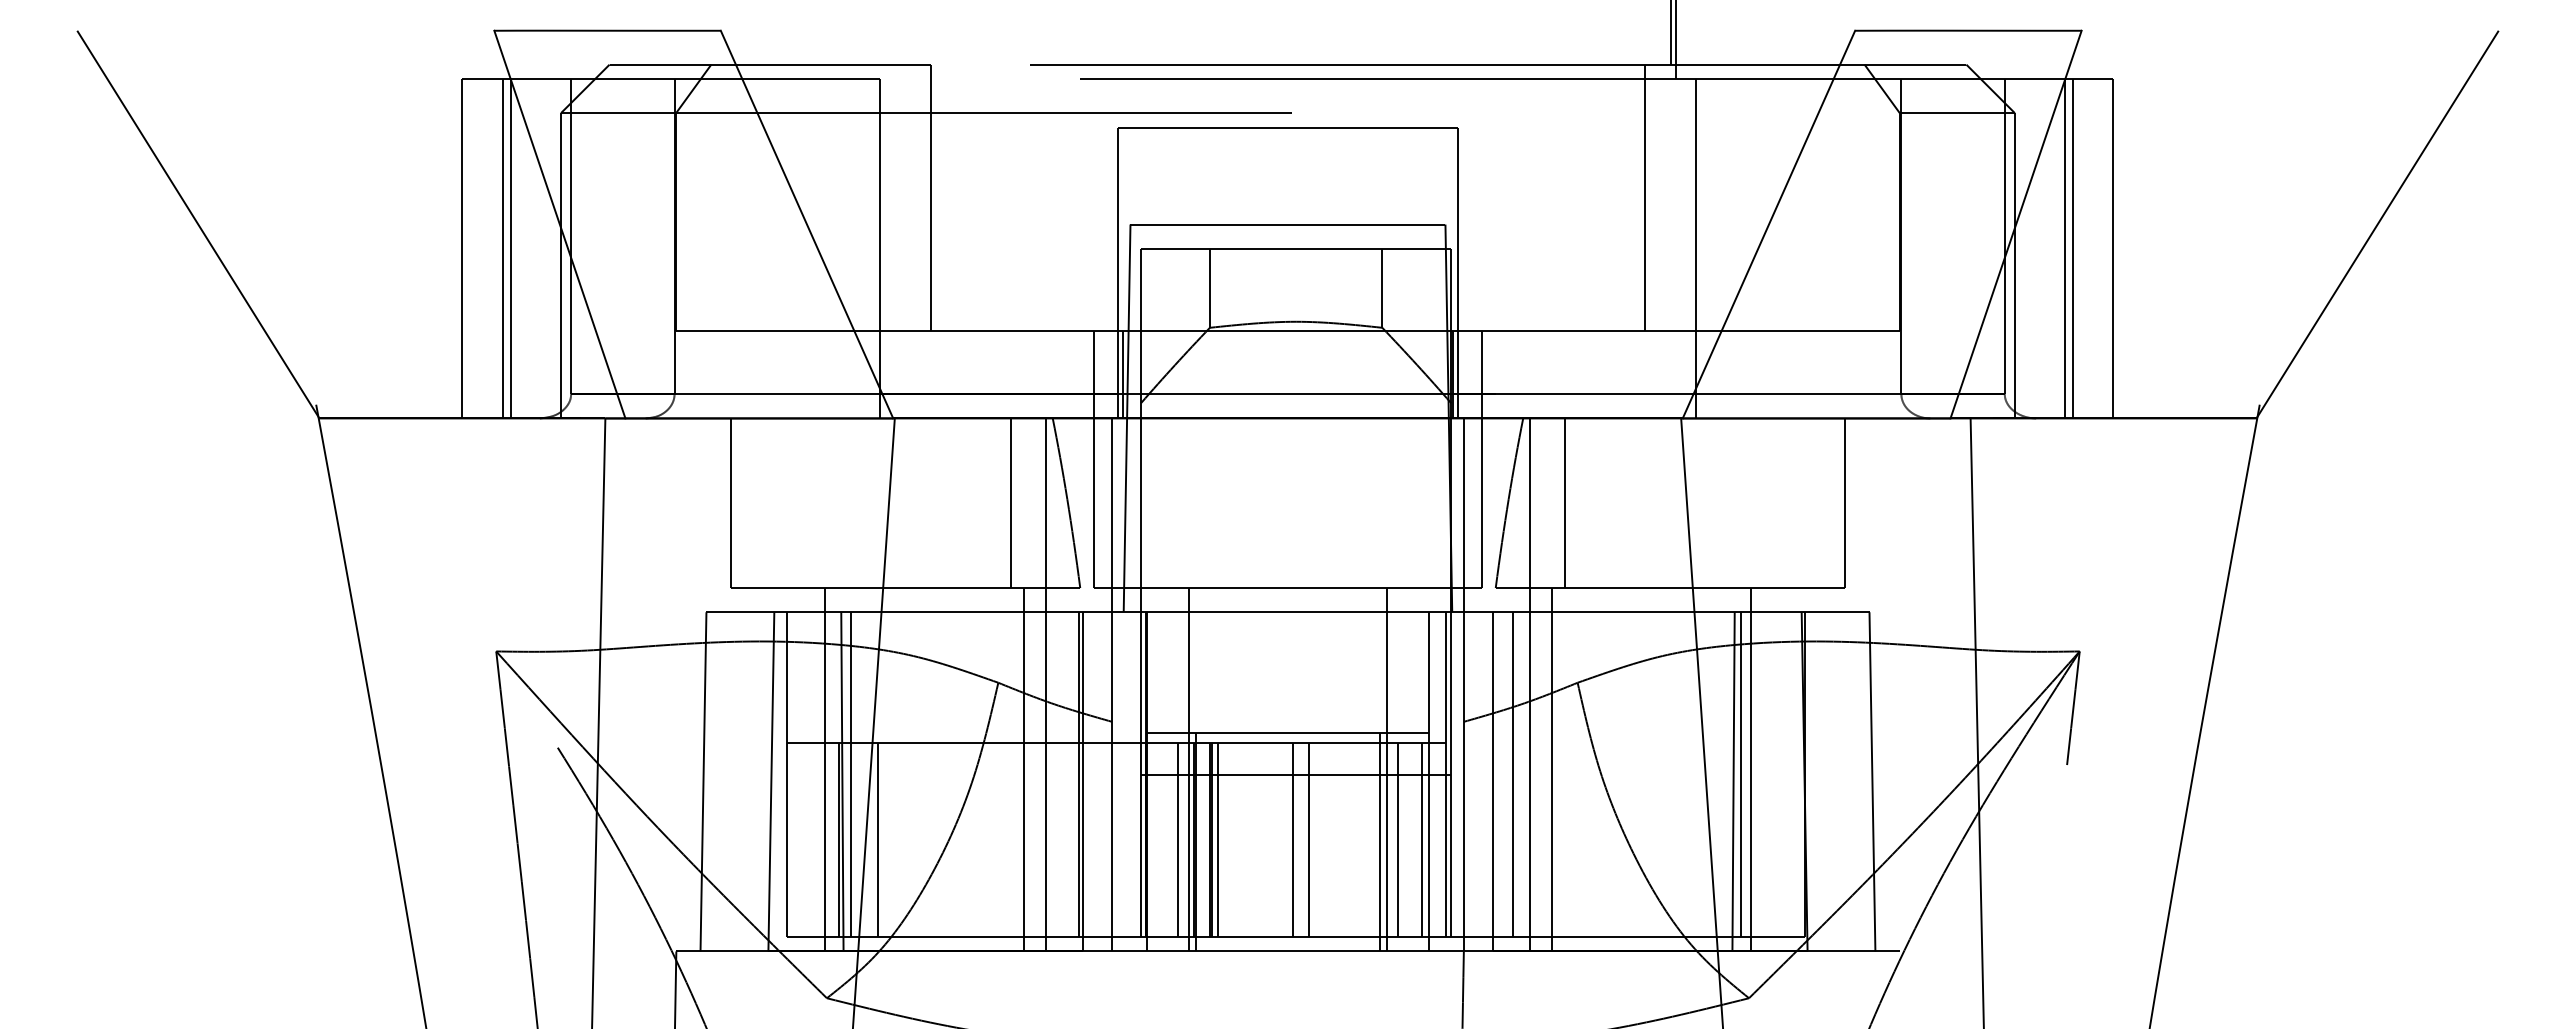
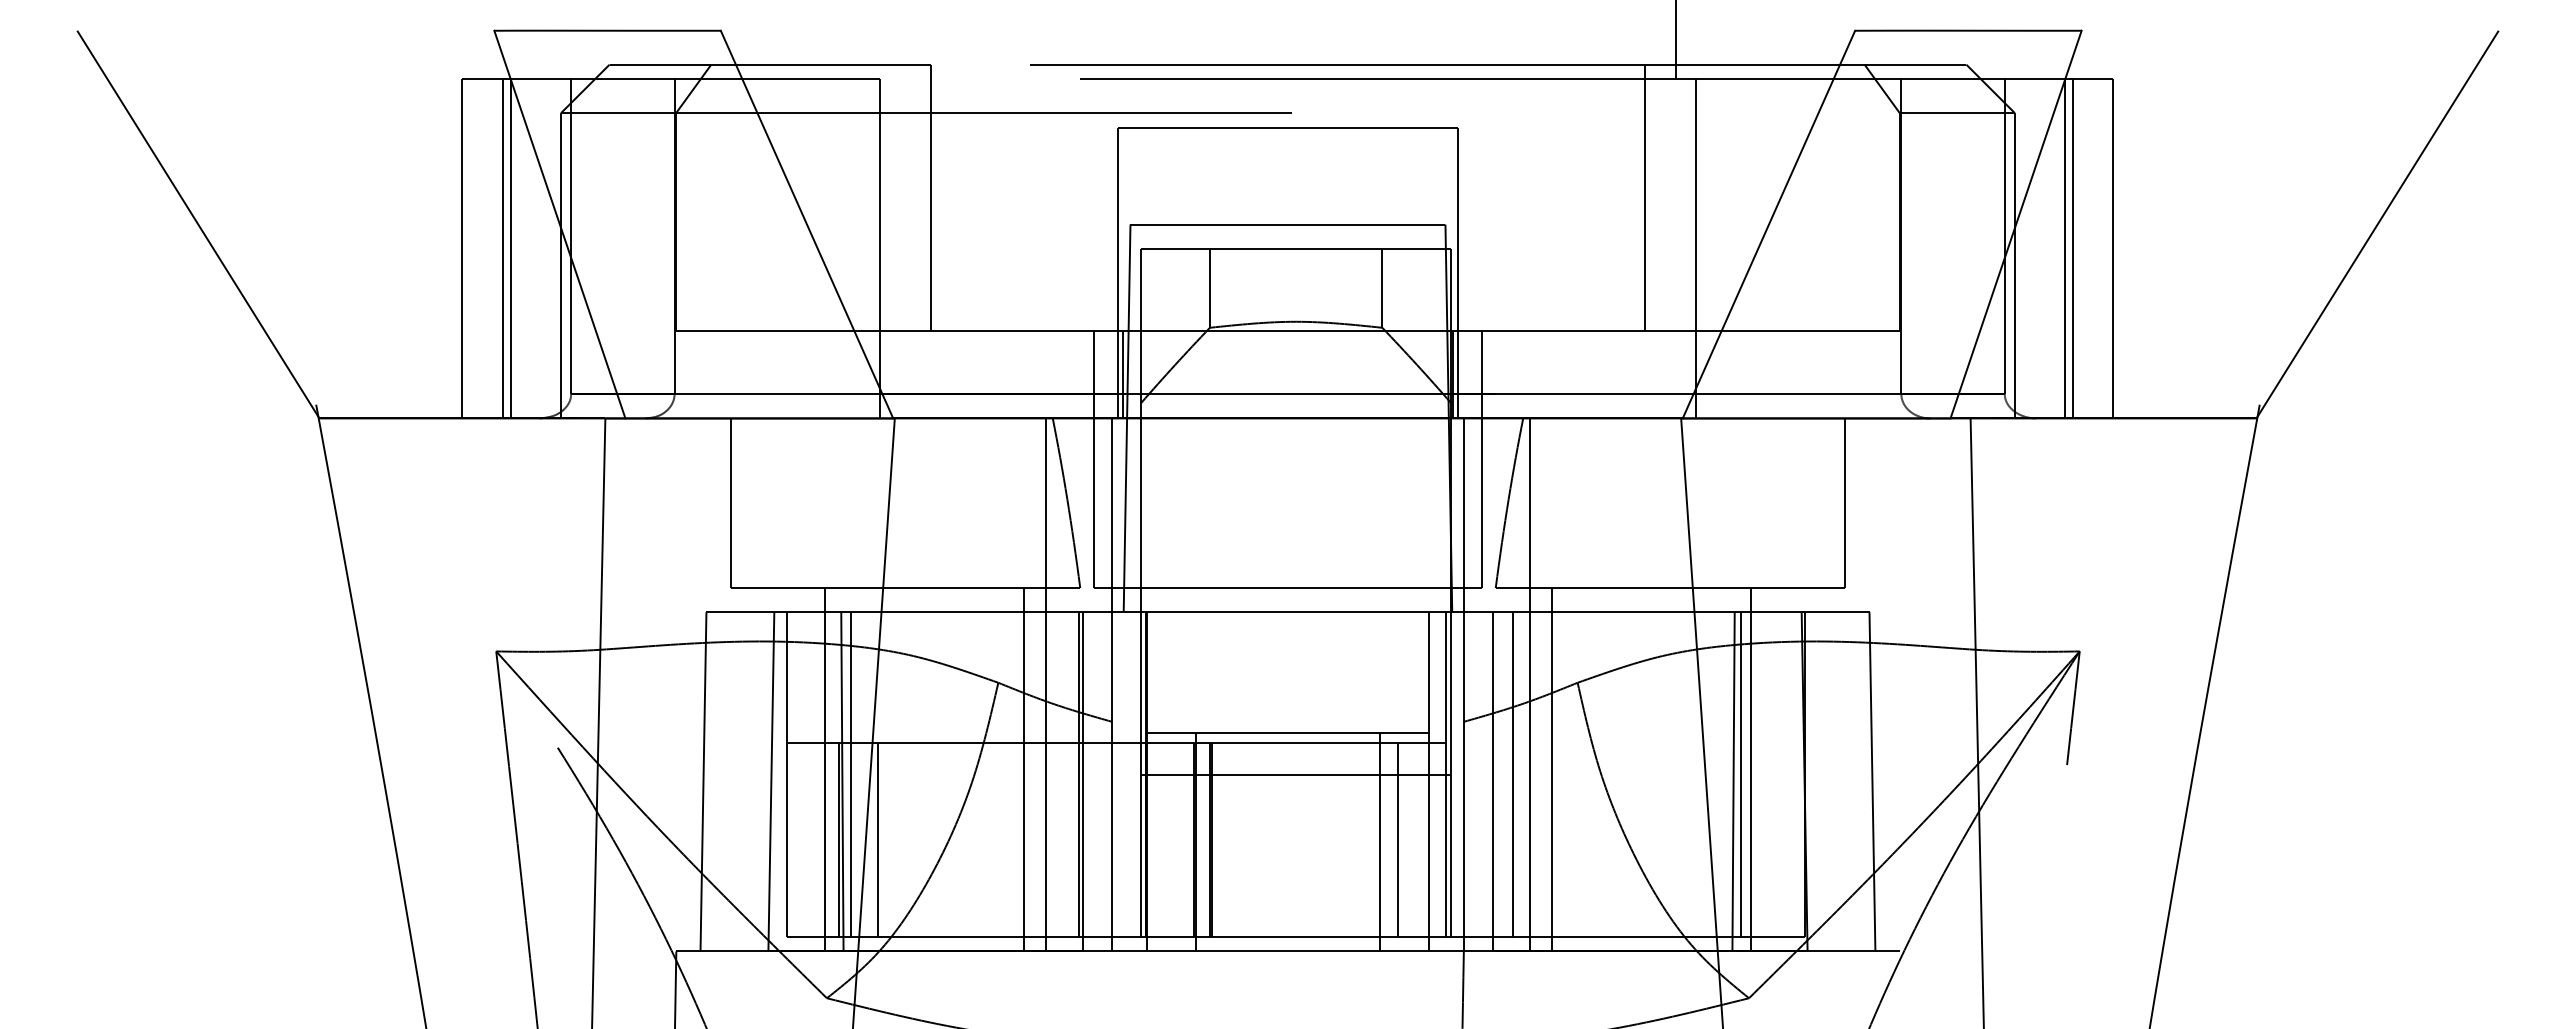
line at (1670, 33): present -> none
line at (1011, 503): present -> none
line at (1564, 503): present -> none
line at (1188, 769): present -> none
line at (1387, 769): present -> none
line at (1177, 839): present -> none
line at (1218, 839): present -> none
line at (1292, 839): present -> none
line at (1308, 839): present -> none
line at (1422, 839): present -> none
